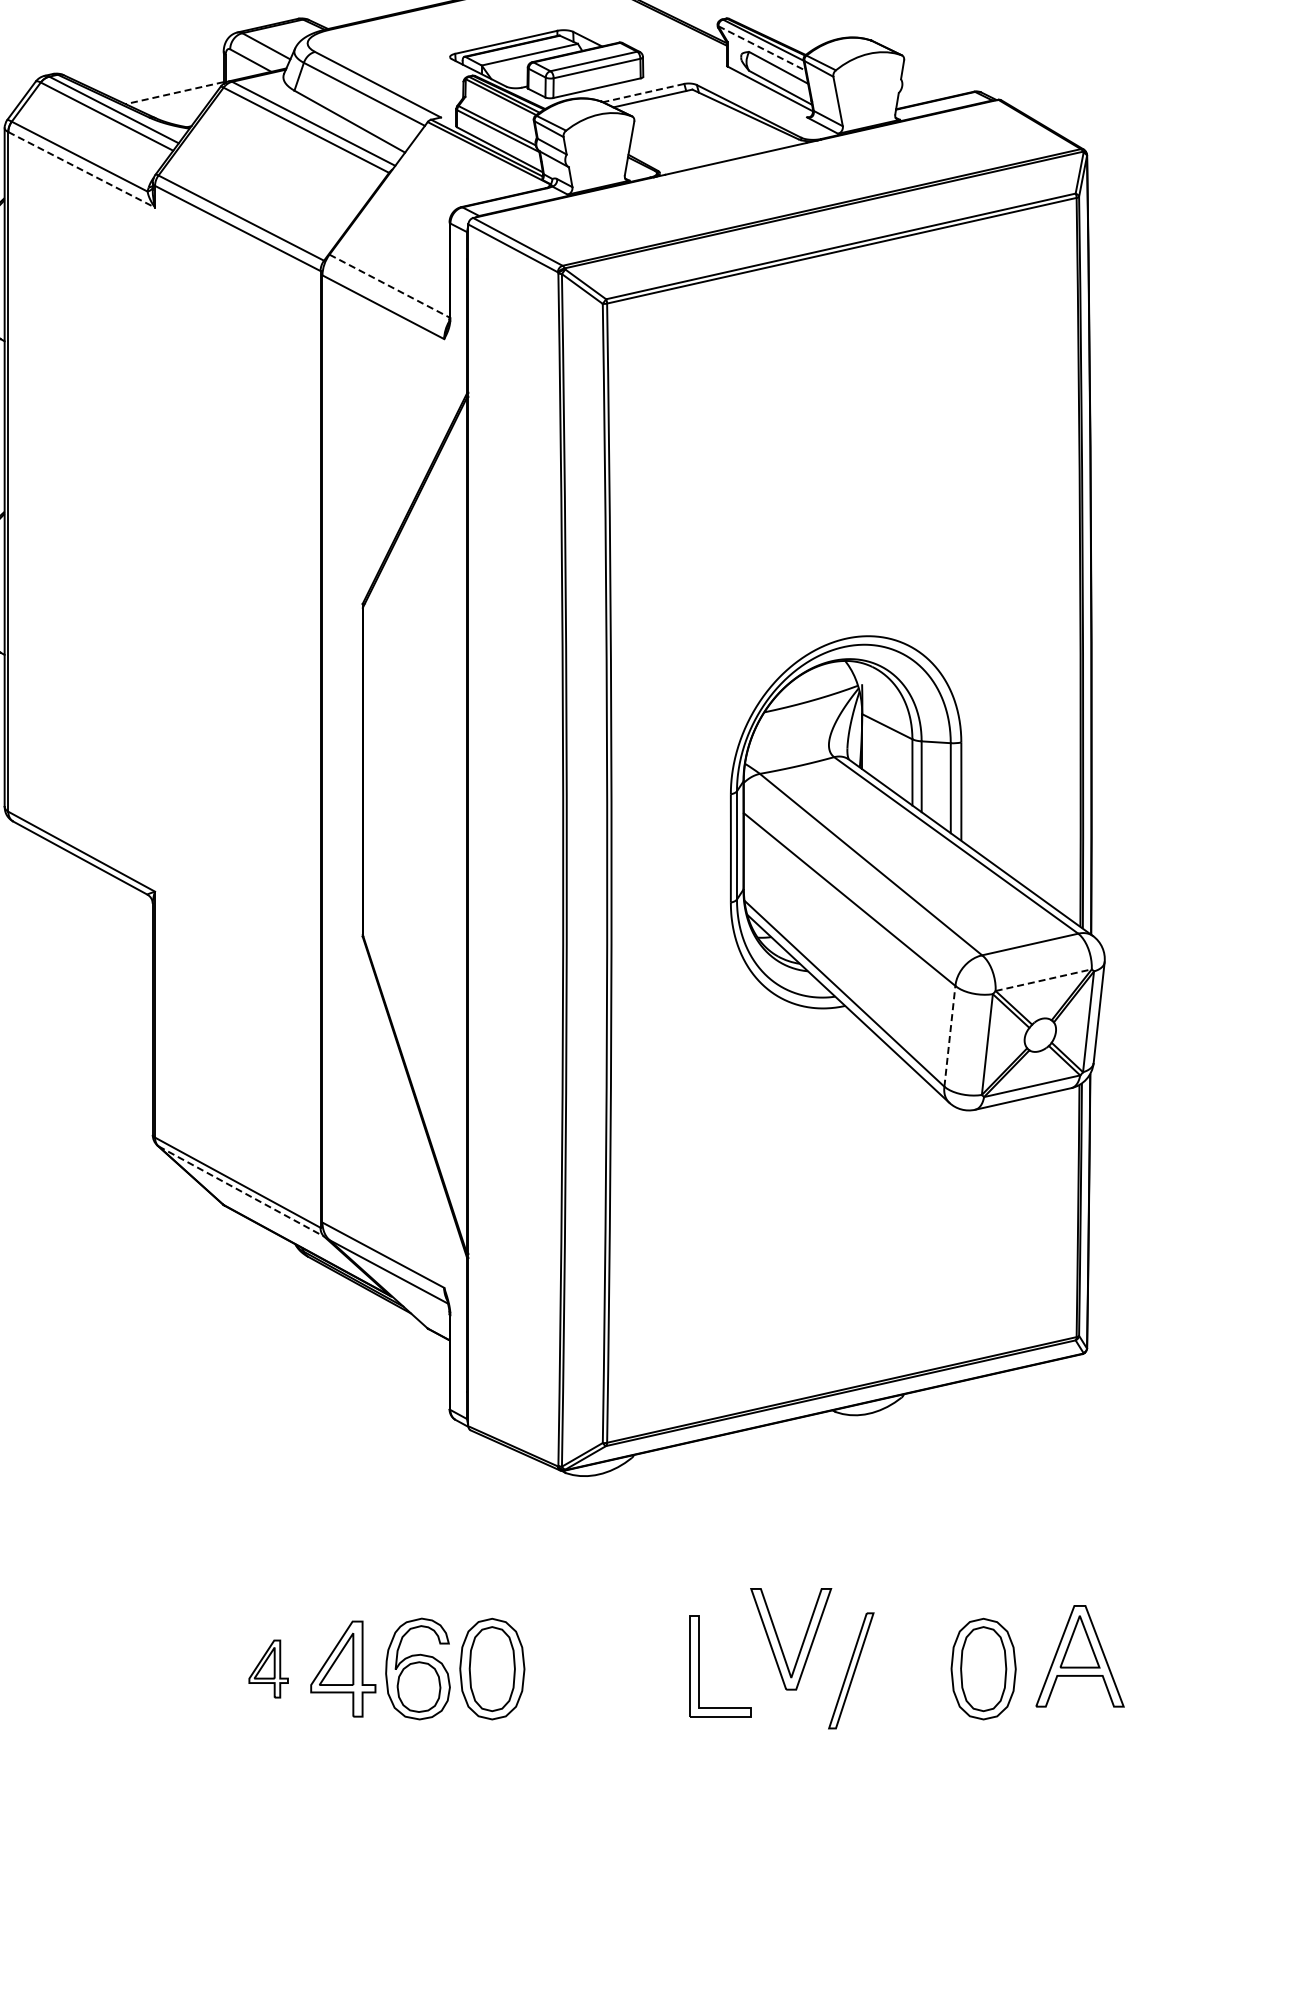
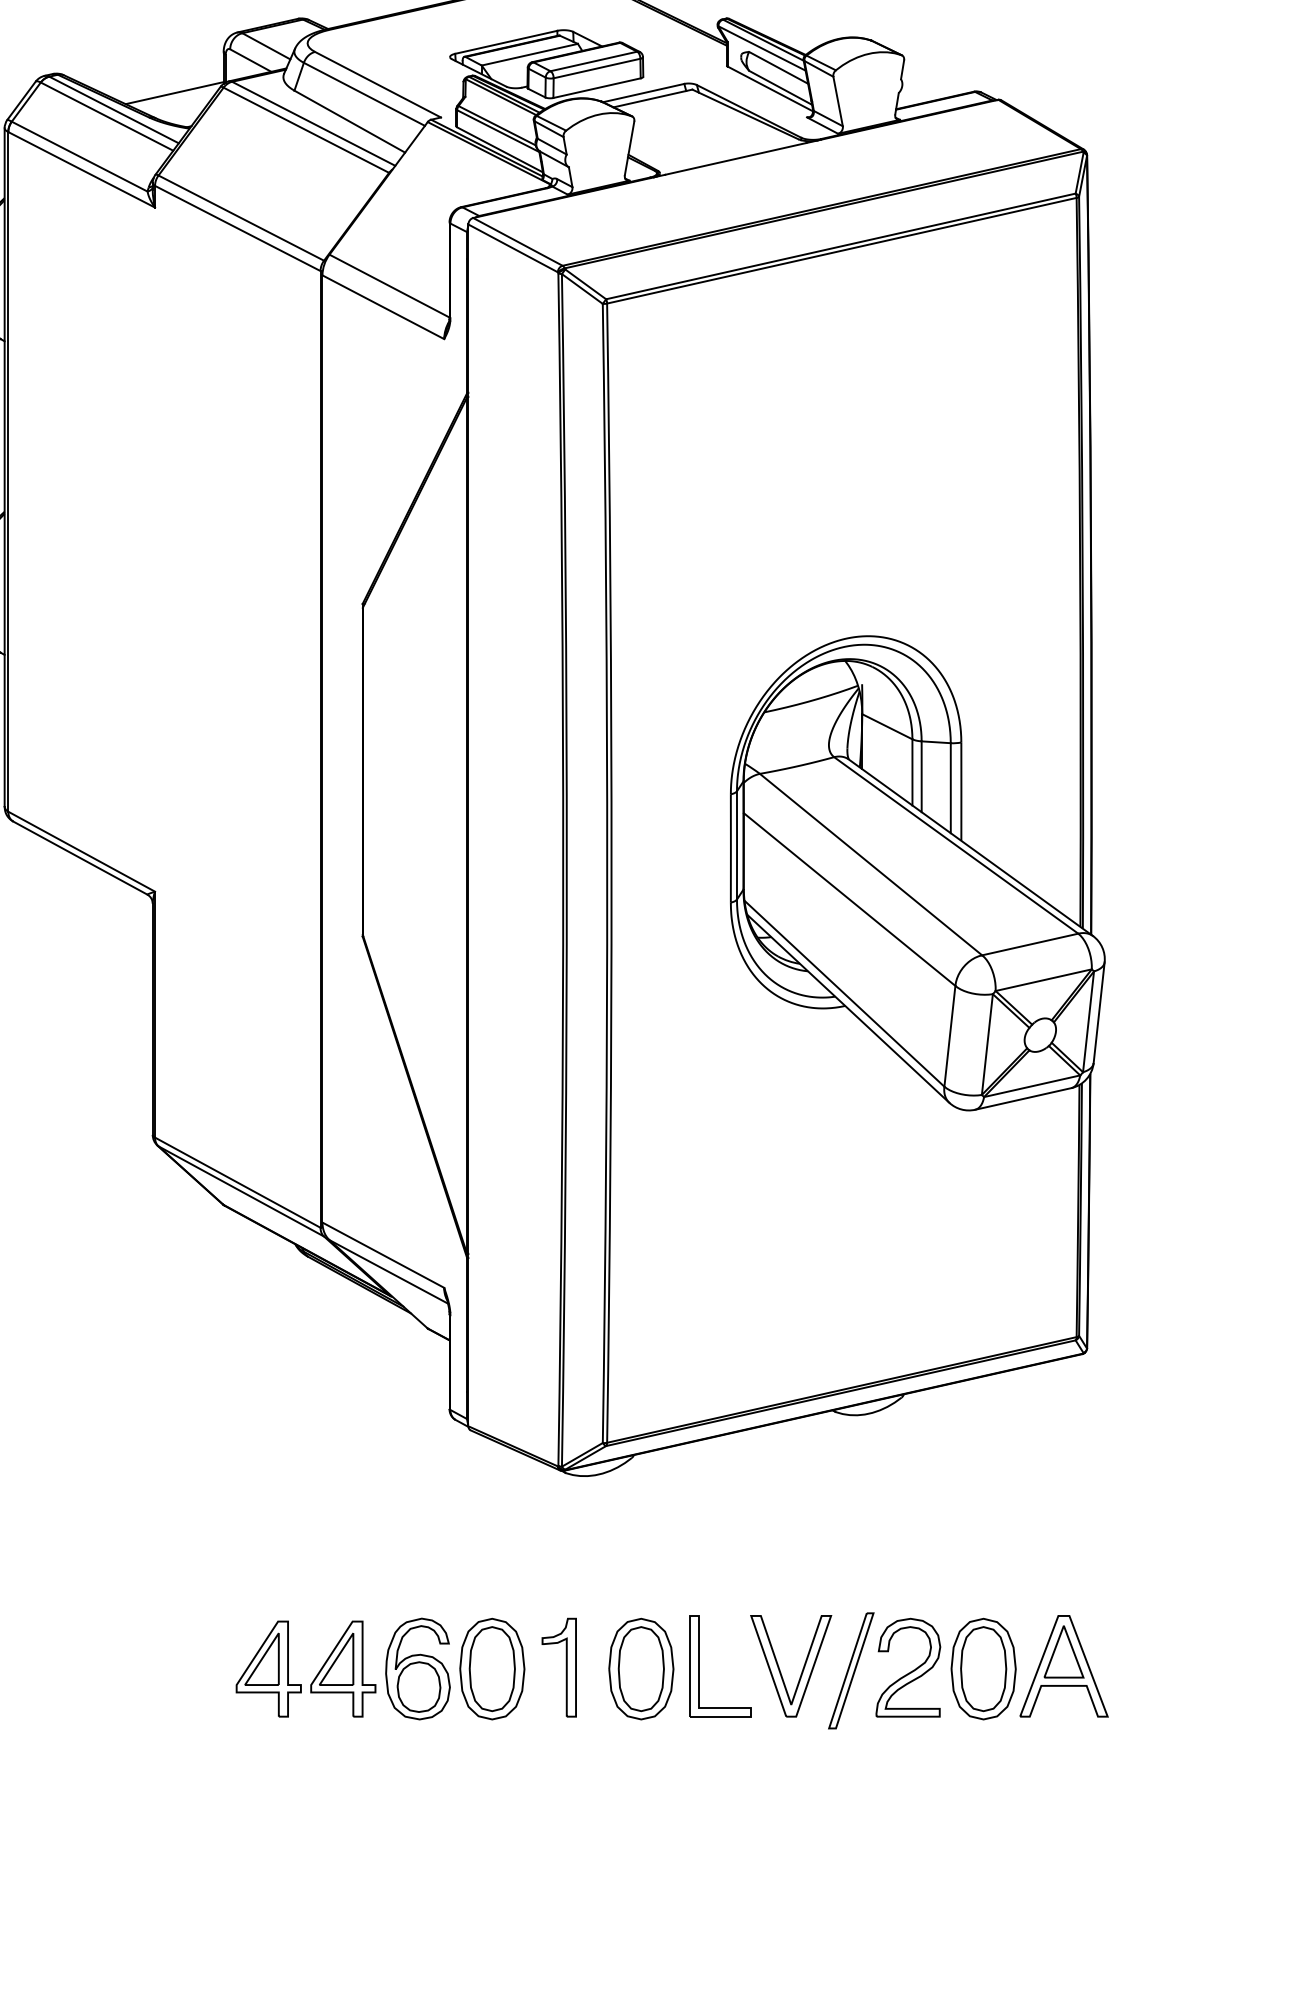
line at (761, 48): dashed -> solid
line at (174, 93): dashed -> solid
line at (643, 93): dashed -> solid
line at (81, 169): dashed -> solid
line at (389, 286): dashed -> solid
line at (1044, 980): dashed -> solid
line at (949, 1036): dashed -> solid
line at (241, 1191): dashed -> solid
part at (802, 1641) position: (802, 1641) -> (802, 1668)
part at (1079, 1656) position: (1079, 1656) -> (1063, 1666)
part at (565, 1667): none -> present
part at (908, 1667): none -> present
part at (268, 1668) size: 41x60 px -> 67x98 px
part at (641, 1668): none -> present
